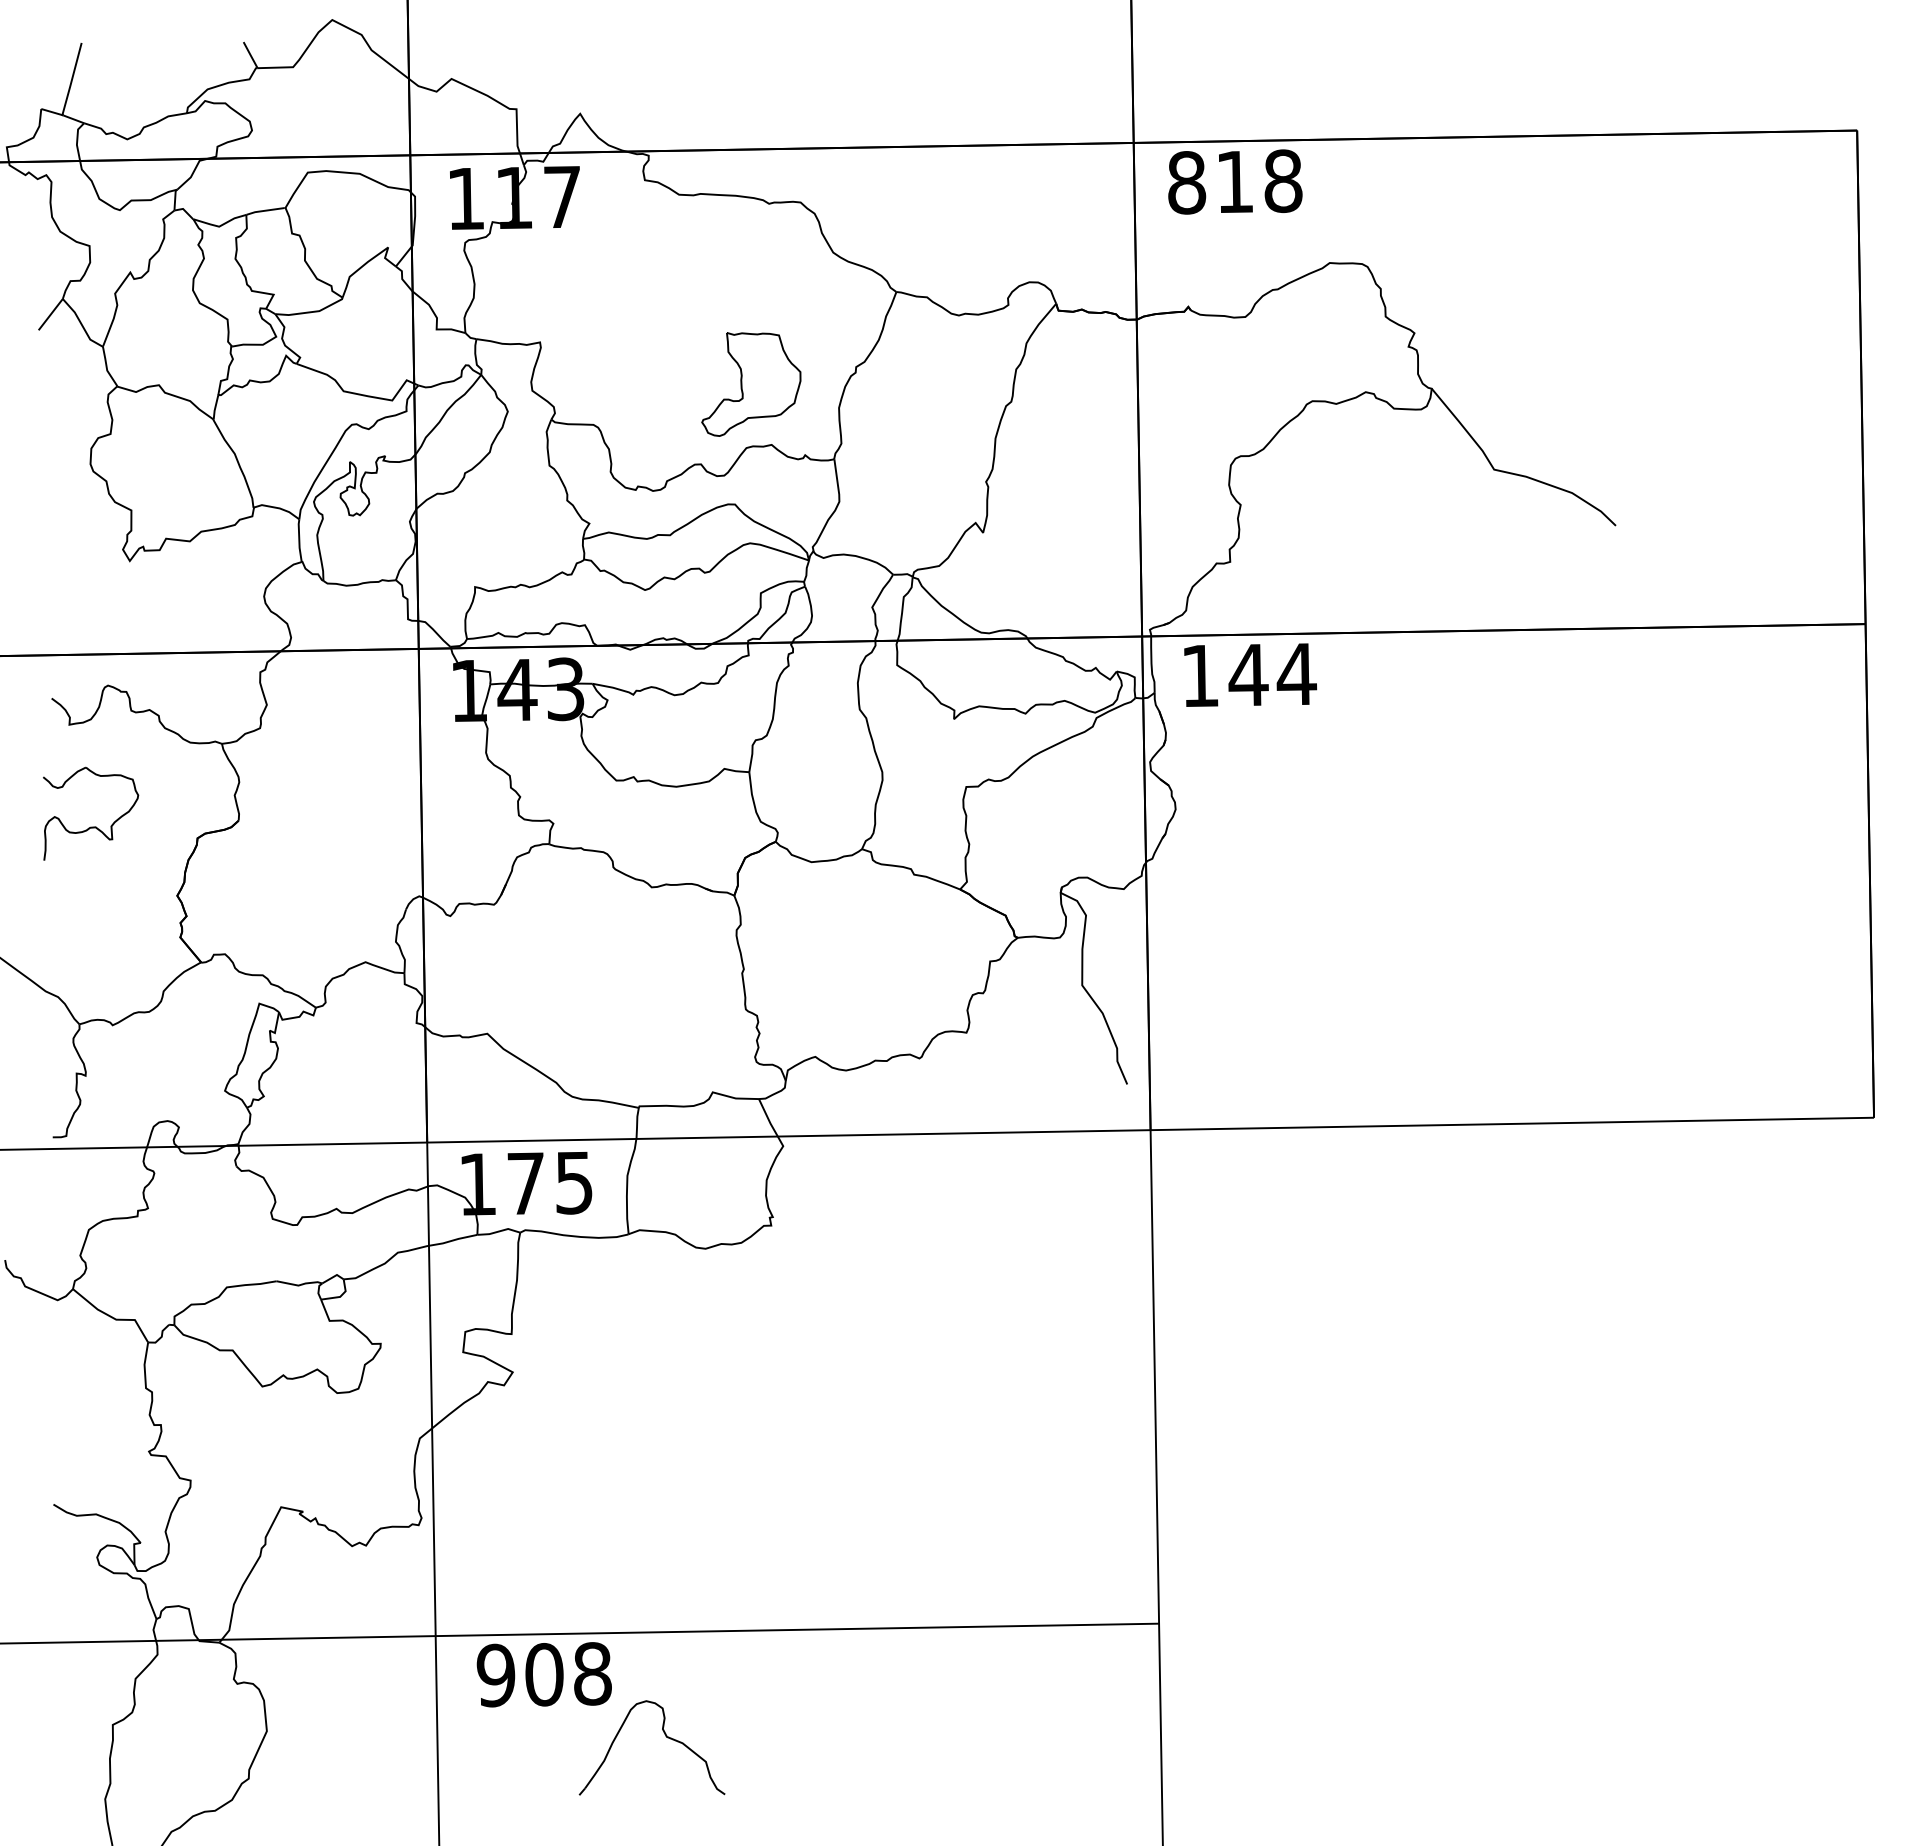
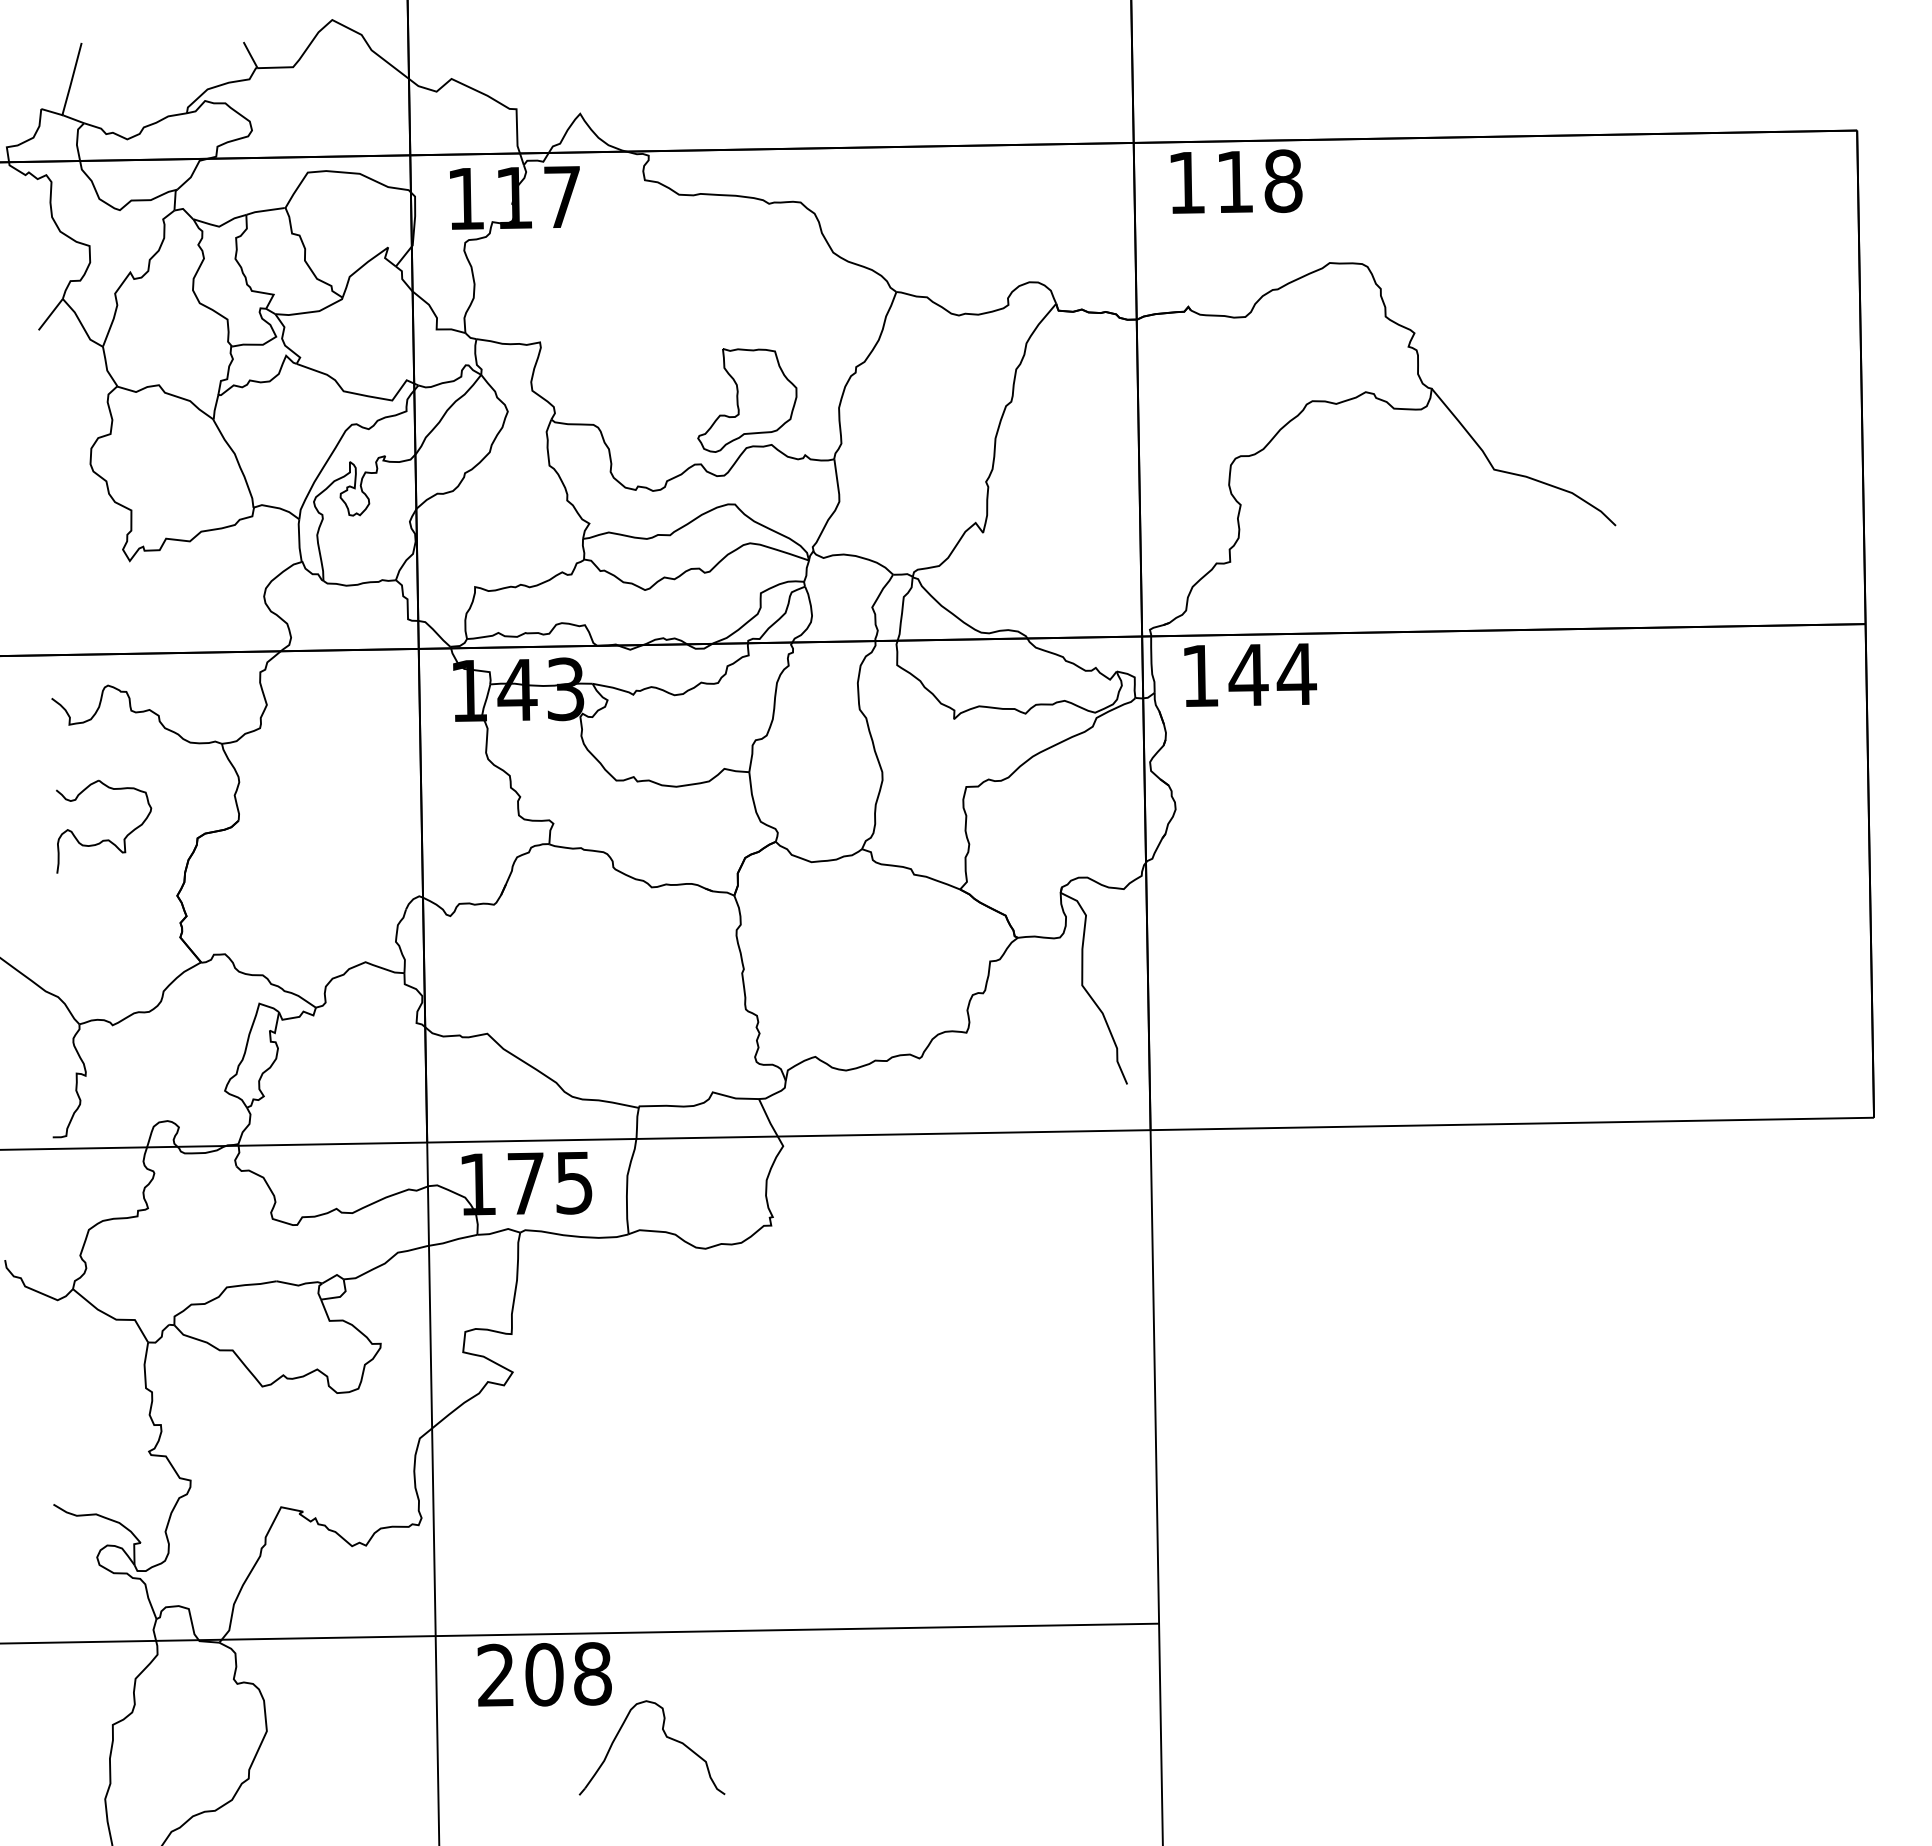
text at (1187, 182): 818 -> 118
part at (751, 384) position: (751, 384) -> (747, 400)
part at (91, 826) position: (91, 826) -> (104, 839)
text at (495, 1675): 908 -> 208
